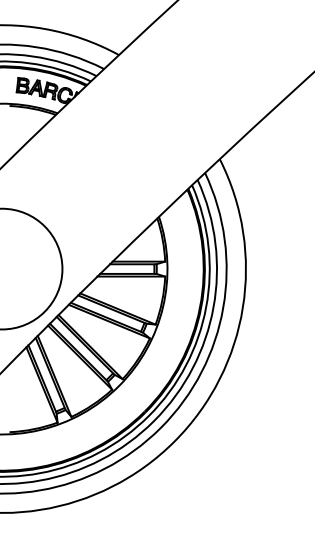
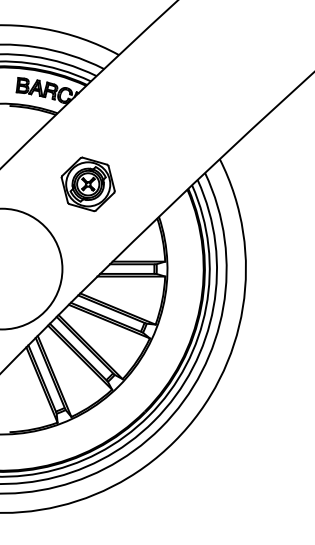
part at (87, 184): none -> present
